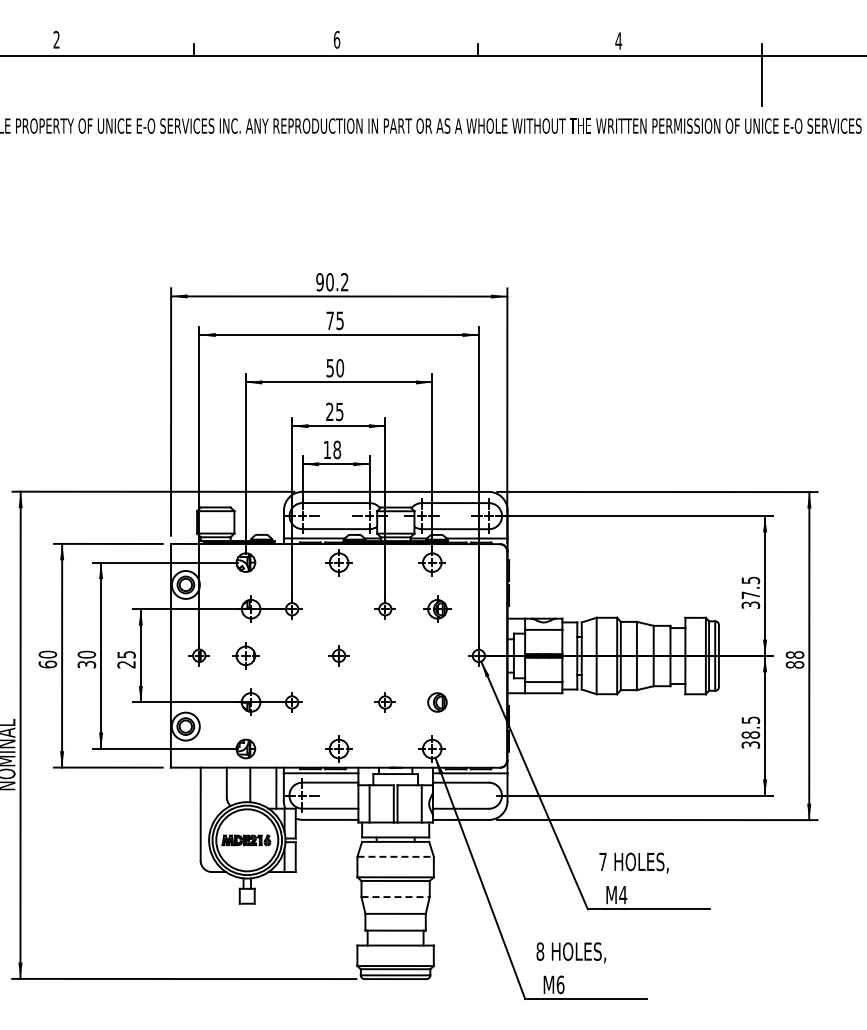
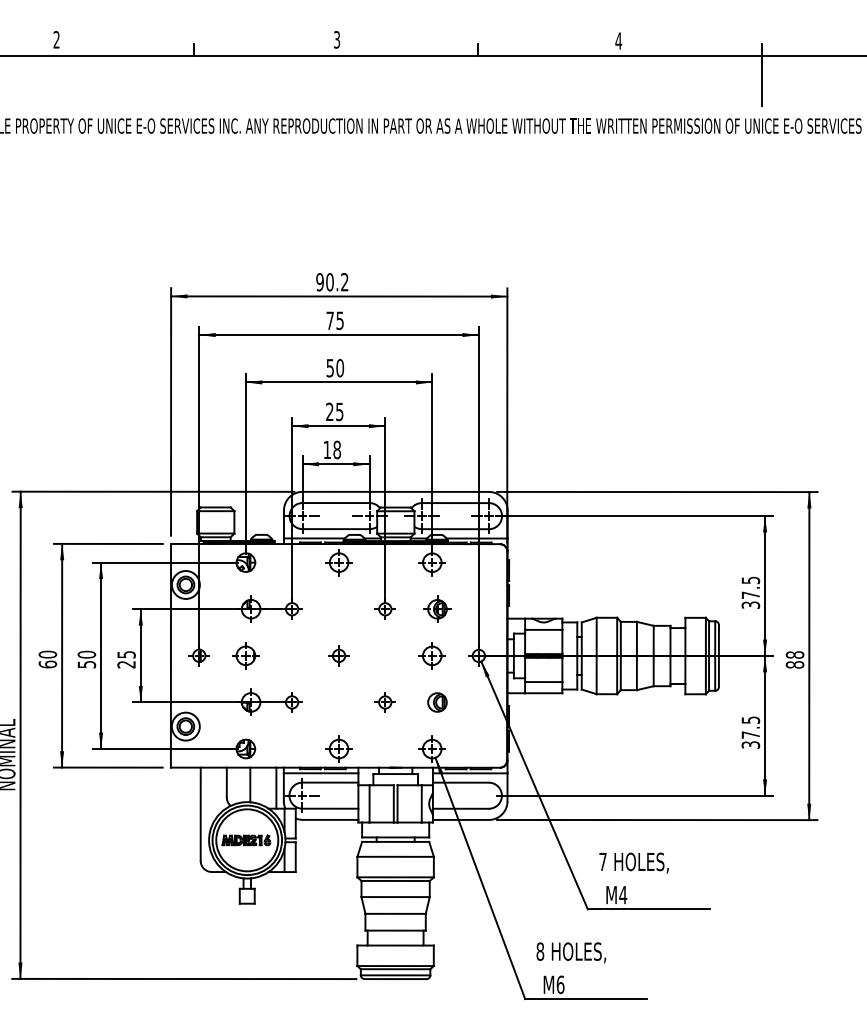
text at (336, 39): 6 -> 3
part at (431, 655): none -> present
text at (86, 664): 30 -> 50
text at (750, 734): 38.5 -> 37.5
line at (396, 856): dashed -> solid
line at (396, 897): dashed -> solid
